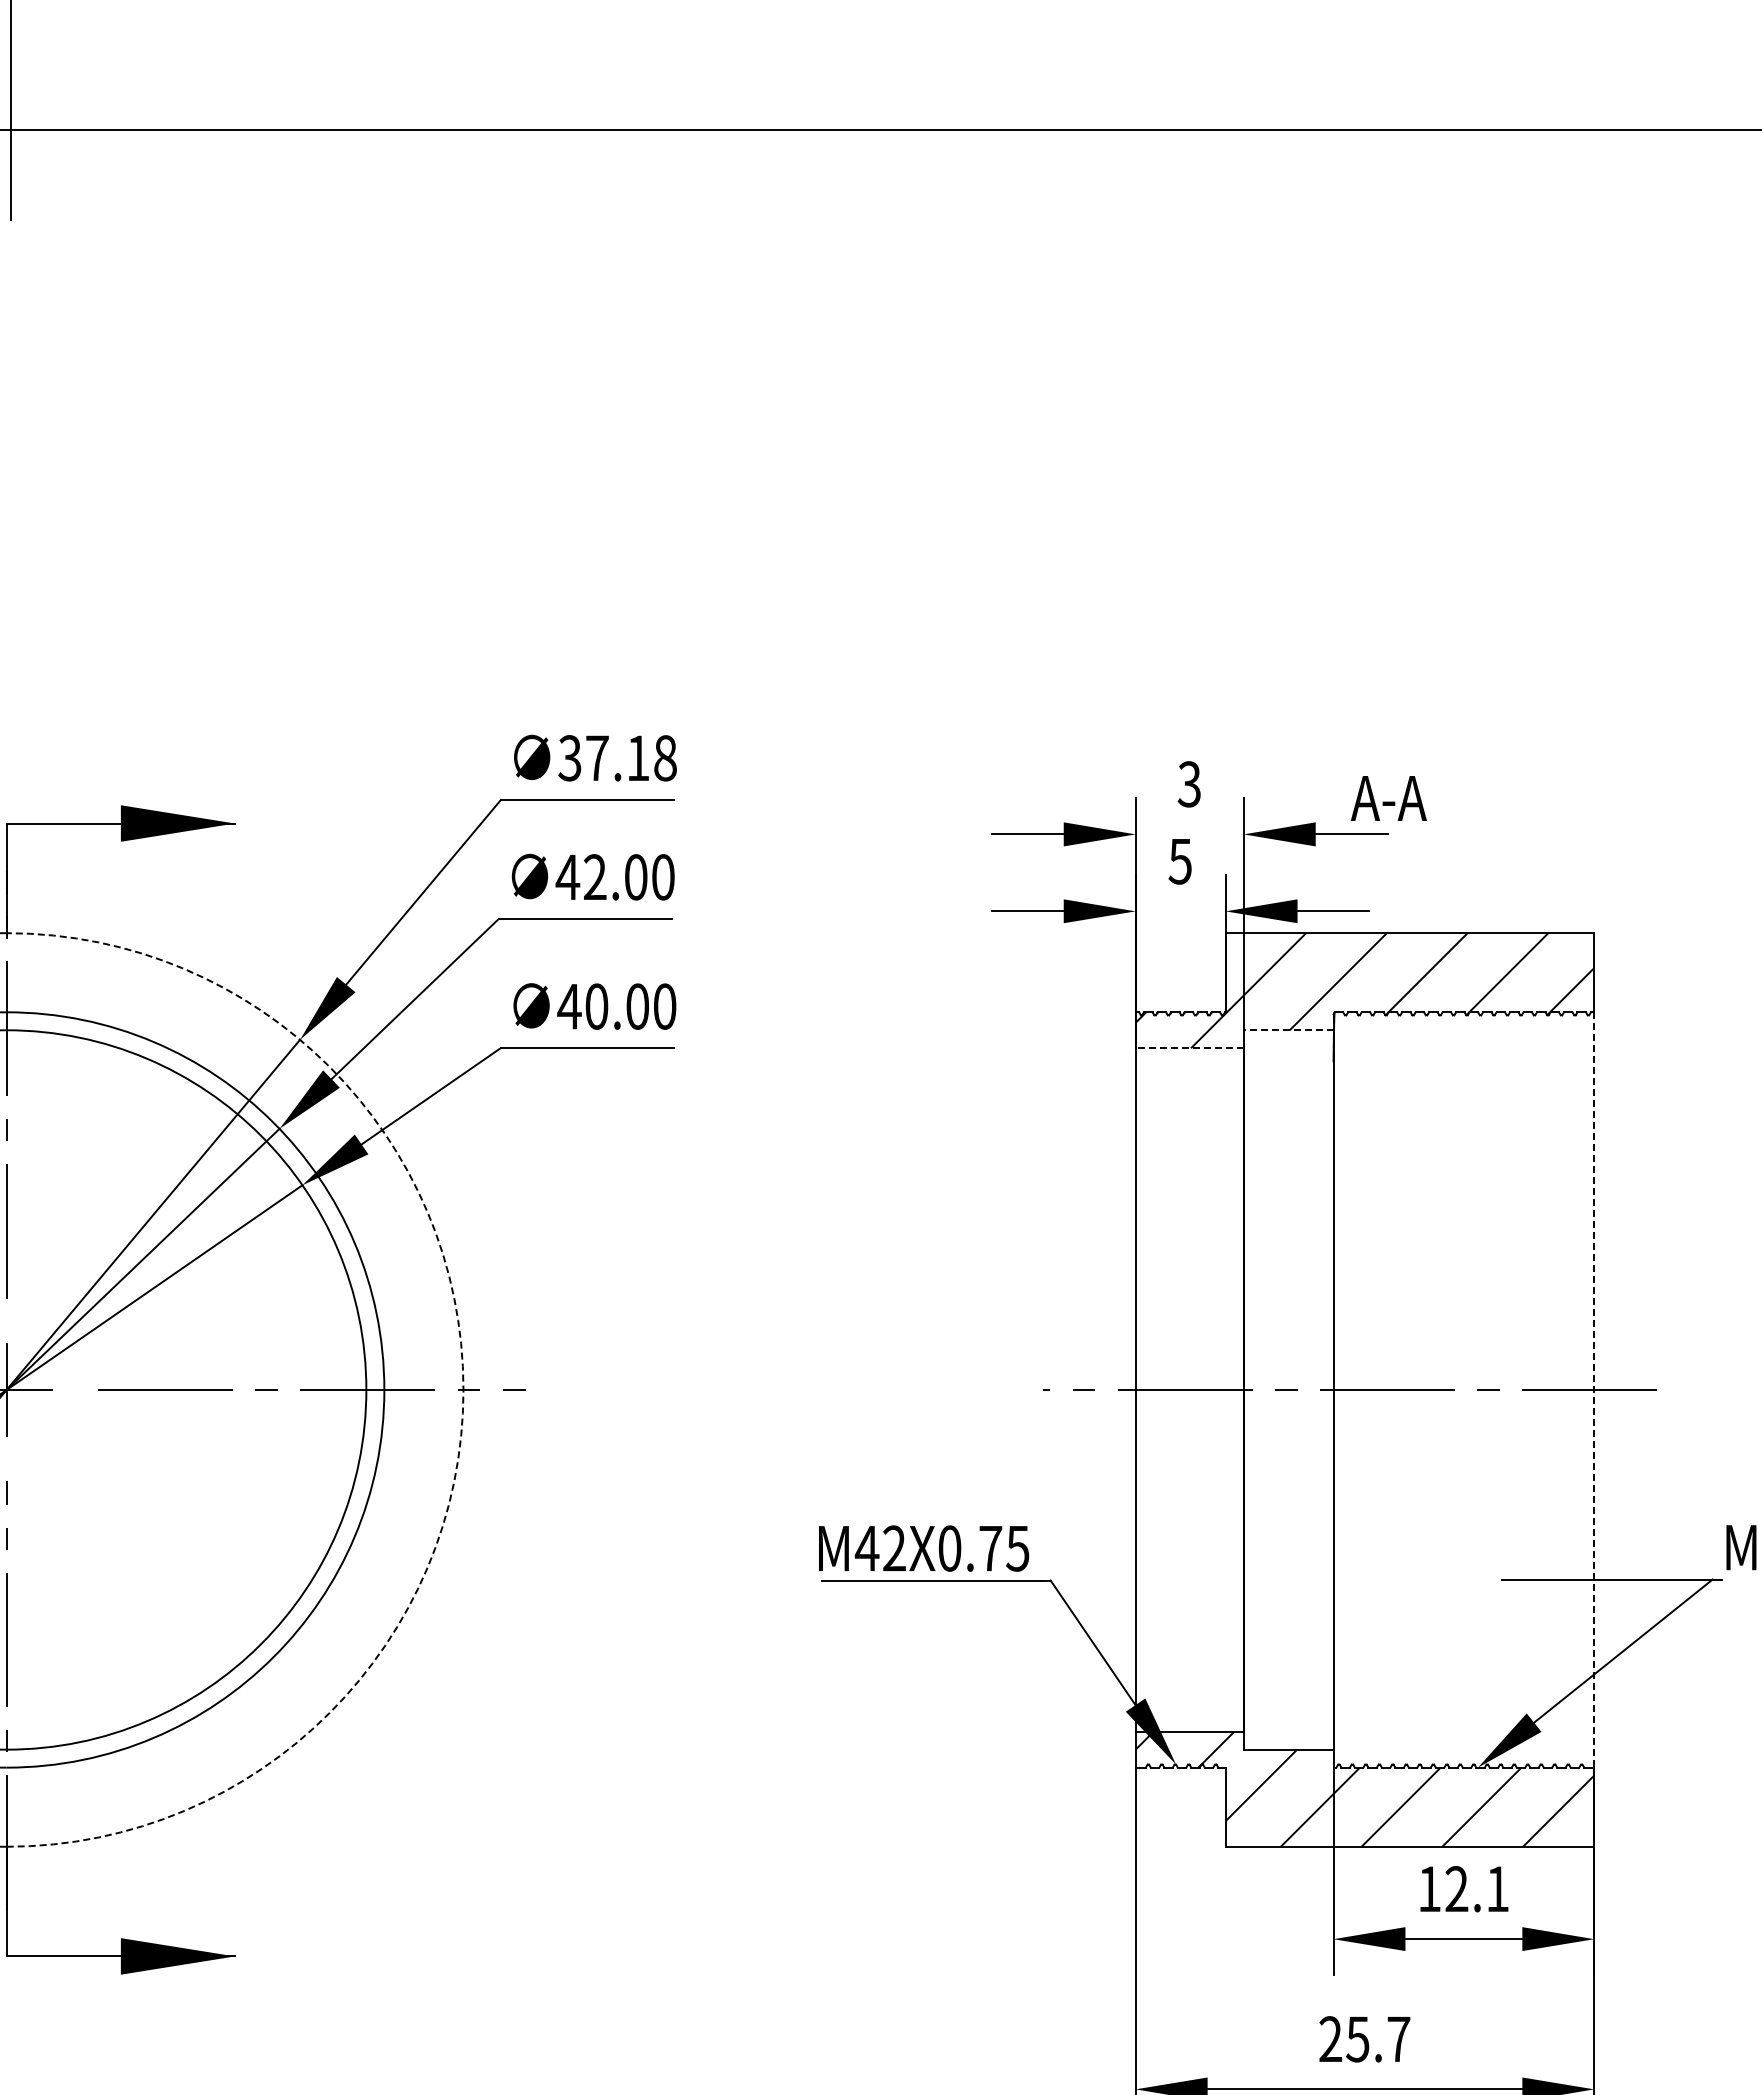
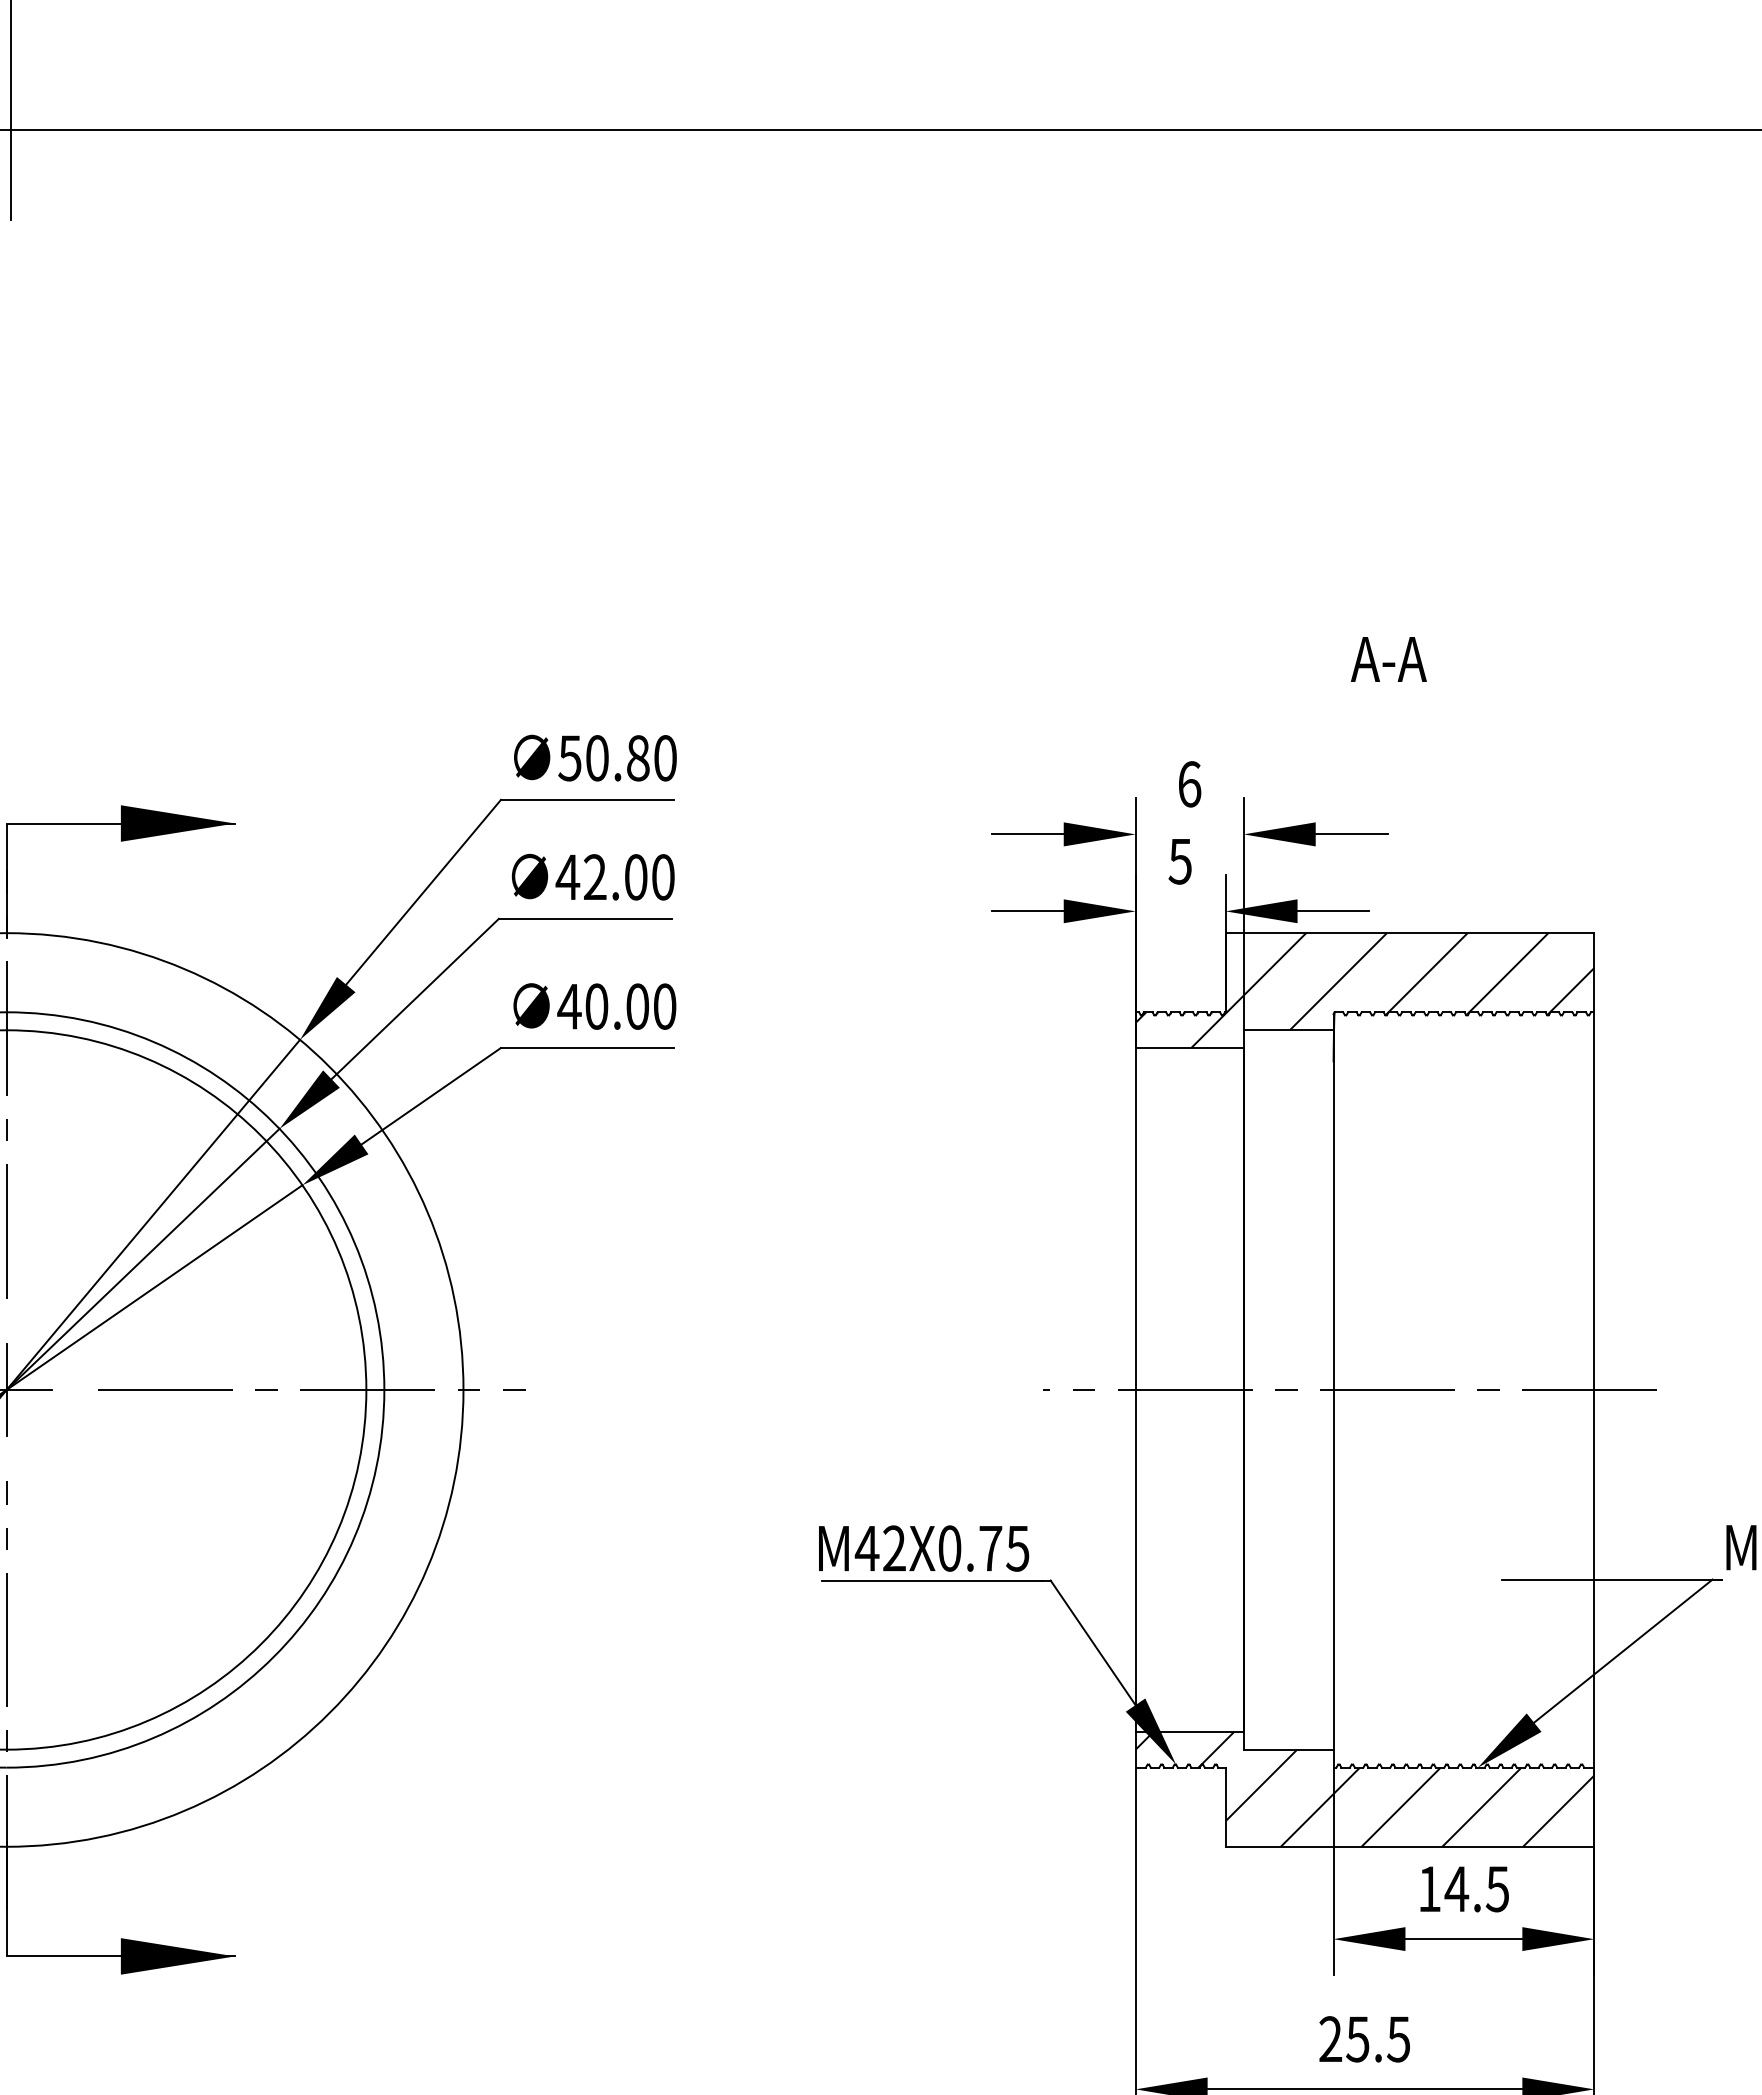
text at (617, 758): 37.18 -> 50.80
text at (1189, 784): 3 -> 6
text at (1388, 798) position: (1388, 798) -> (1388, 659)
line at (1288, 1030): dashed -> solid
line at (1189, 1048): dashed -> solid
arc at (463, 1389): dashed -> solid
line at (1594, 1389): dashed -> solid
text at (1476, 1889): 12.1 -> 14.5
text at (1398, 2039): 25.7 -> 25.5
